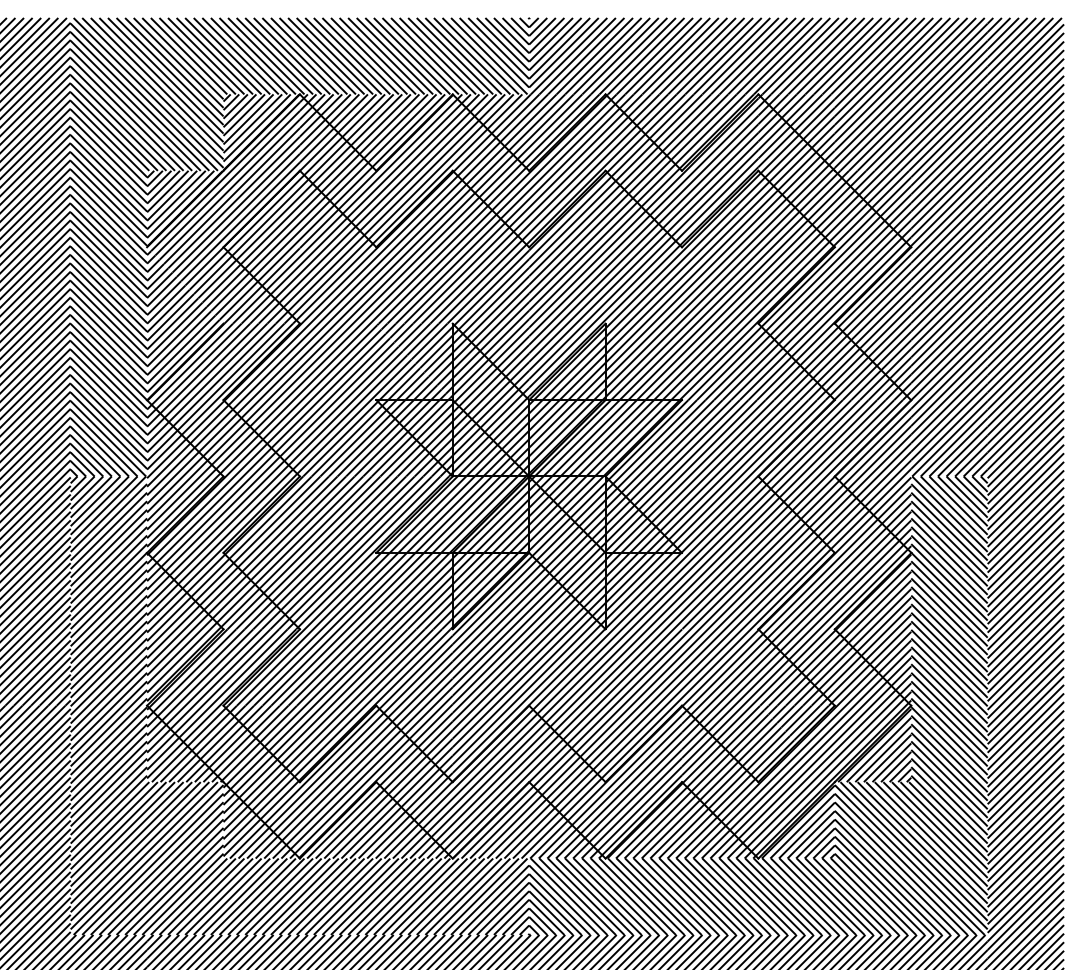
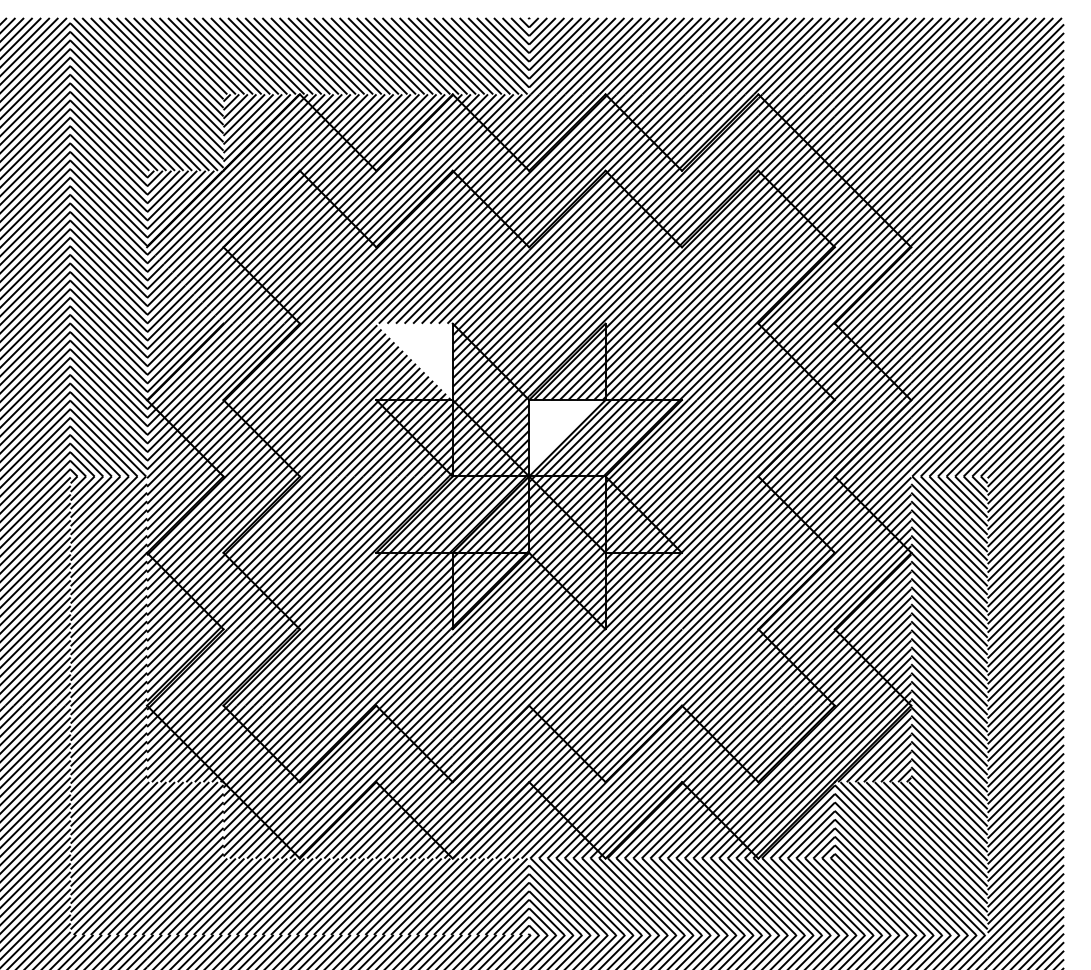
hatch at (414, 360): present -> none
hatch at (565, 436): present -> none
